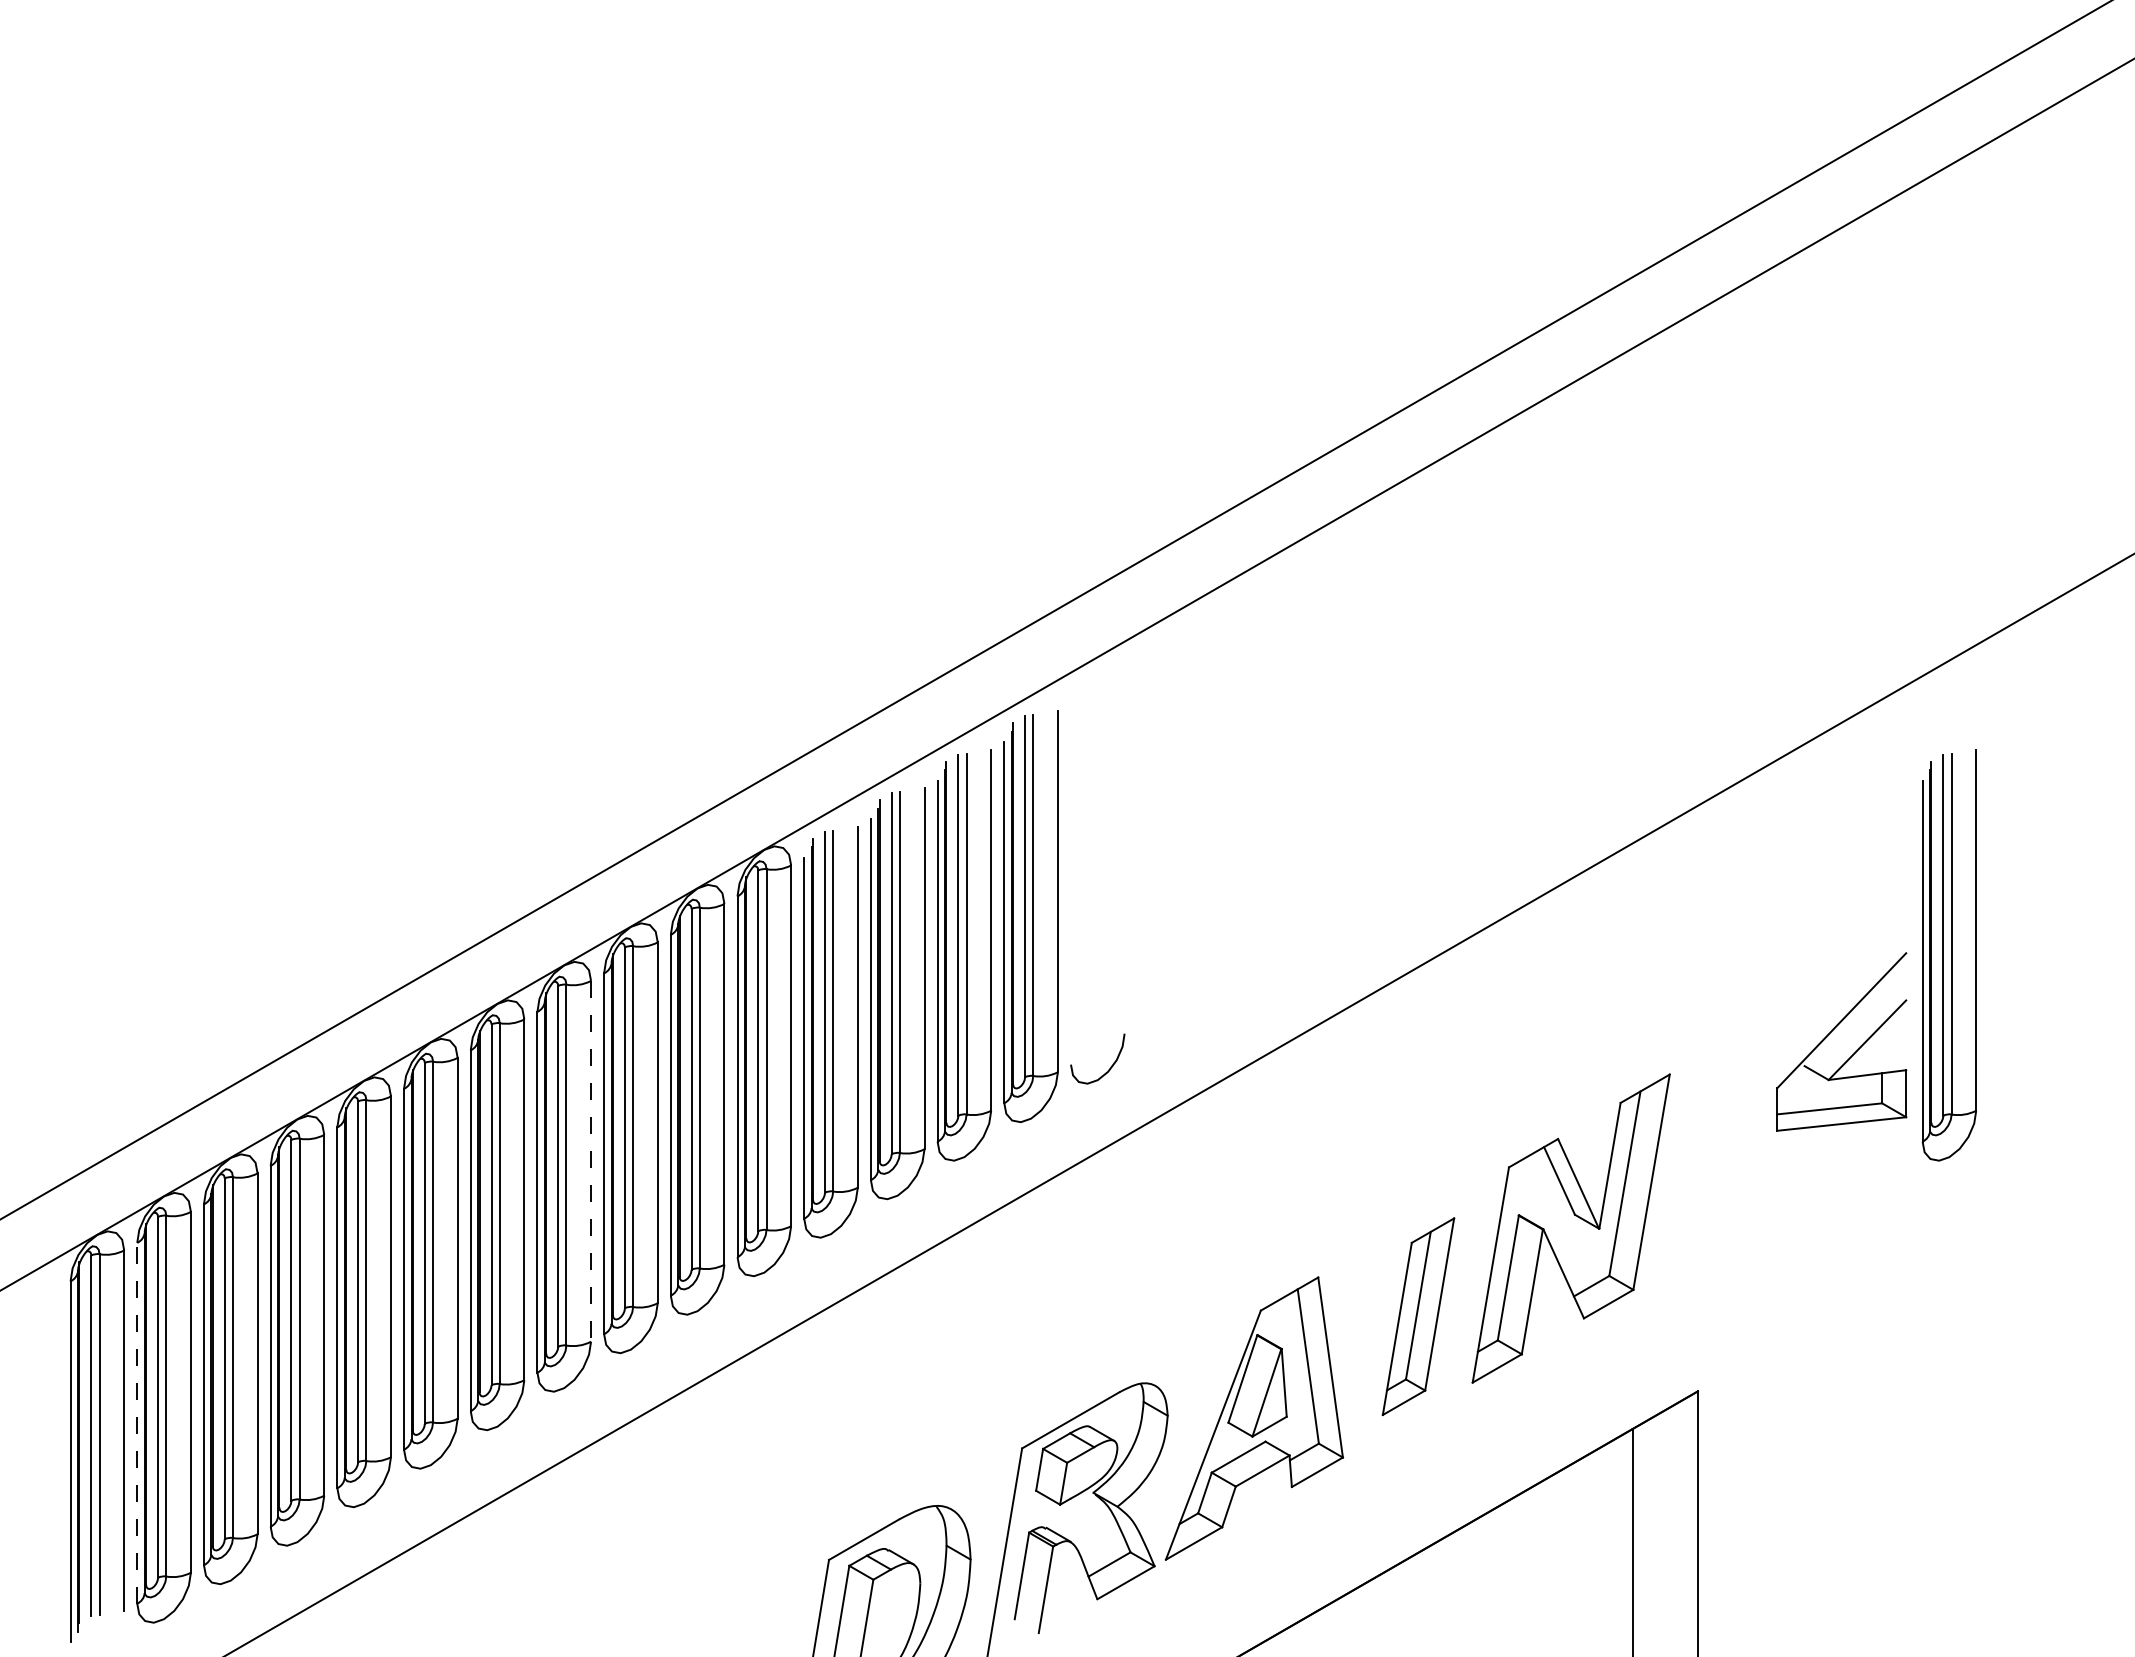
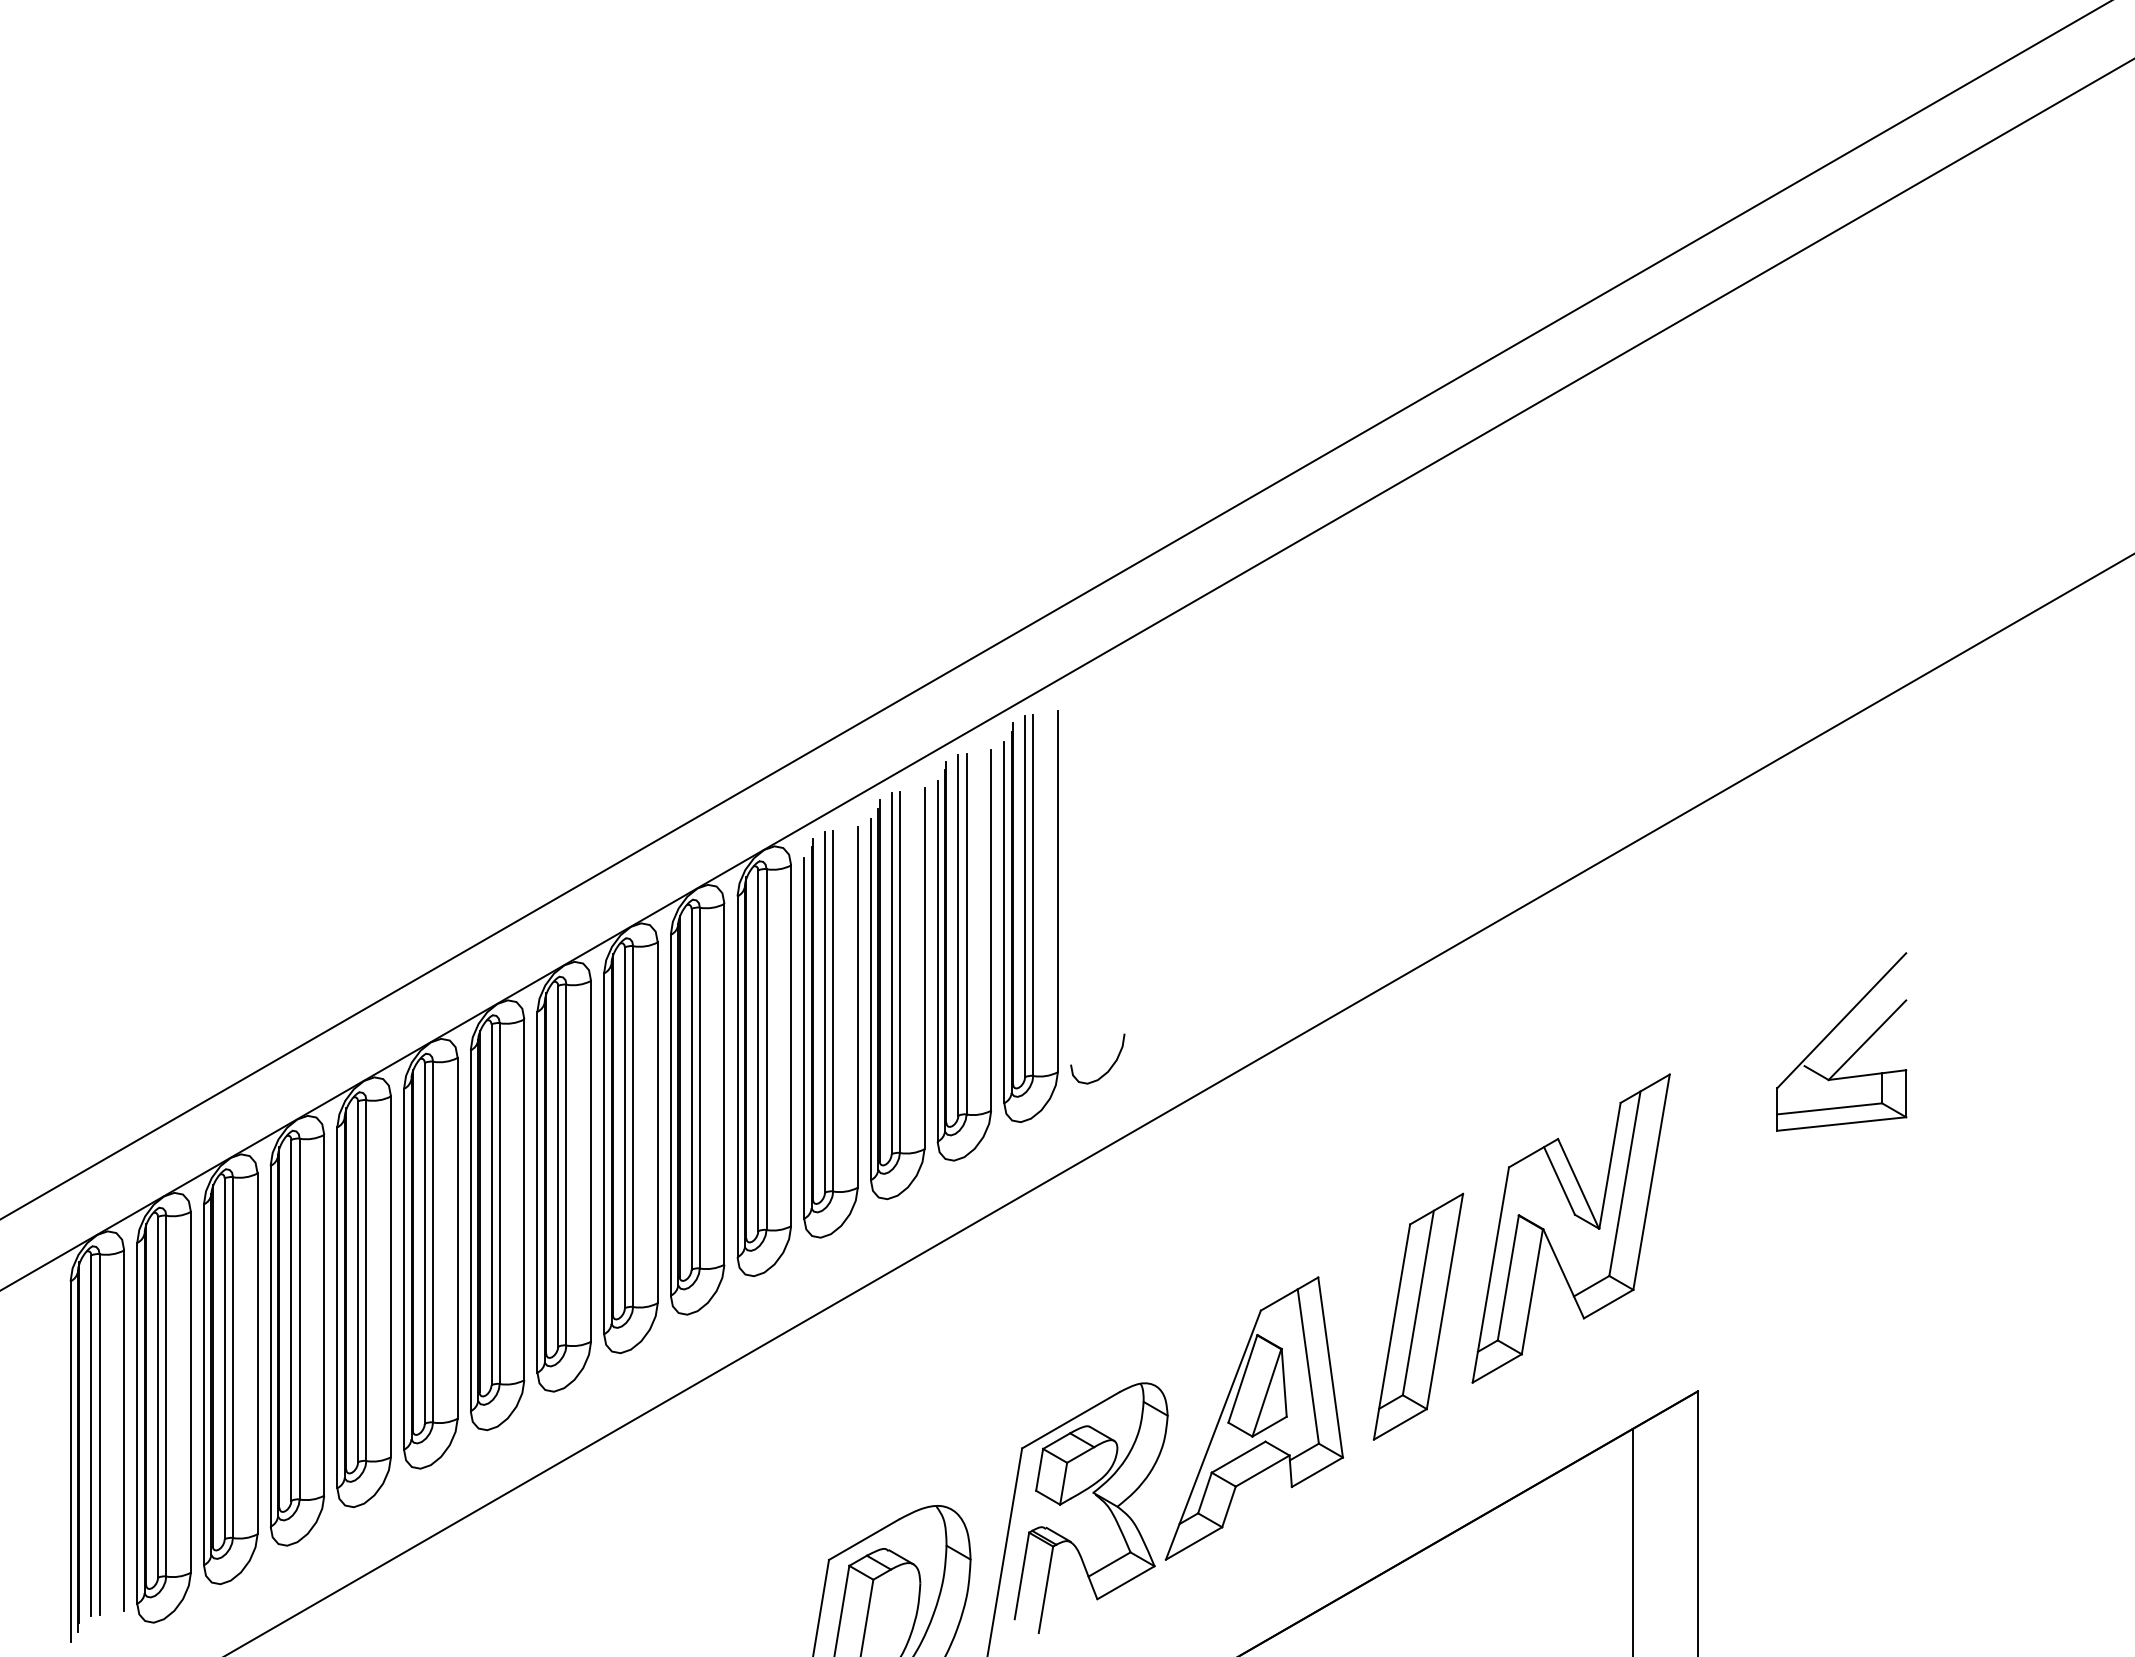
part at (1948, 955): present -> none
line at (591, 1161): dashed -> solid
part at (1418, 1316) size: 75x199 px -> 93x249 px
line at (137, 1422): dashed -> solid
